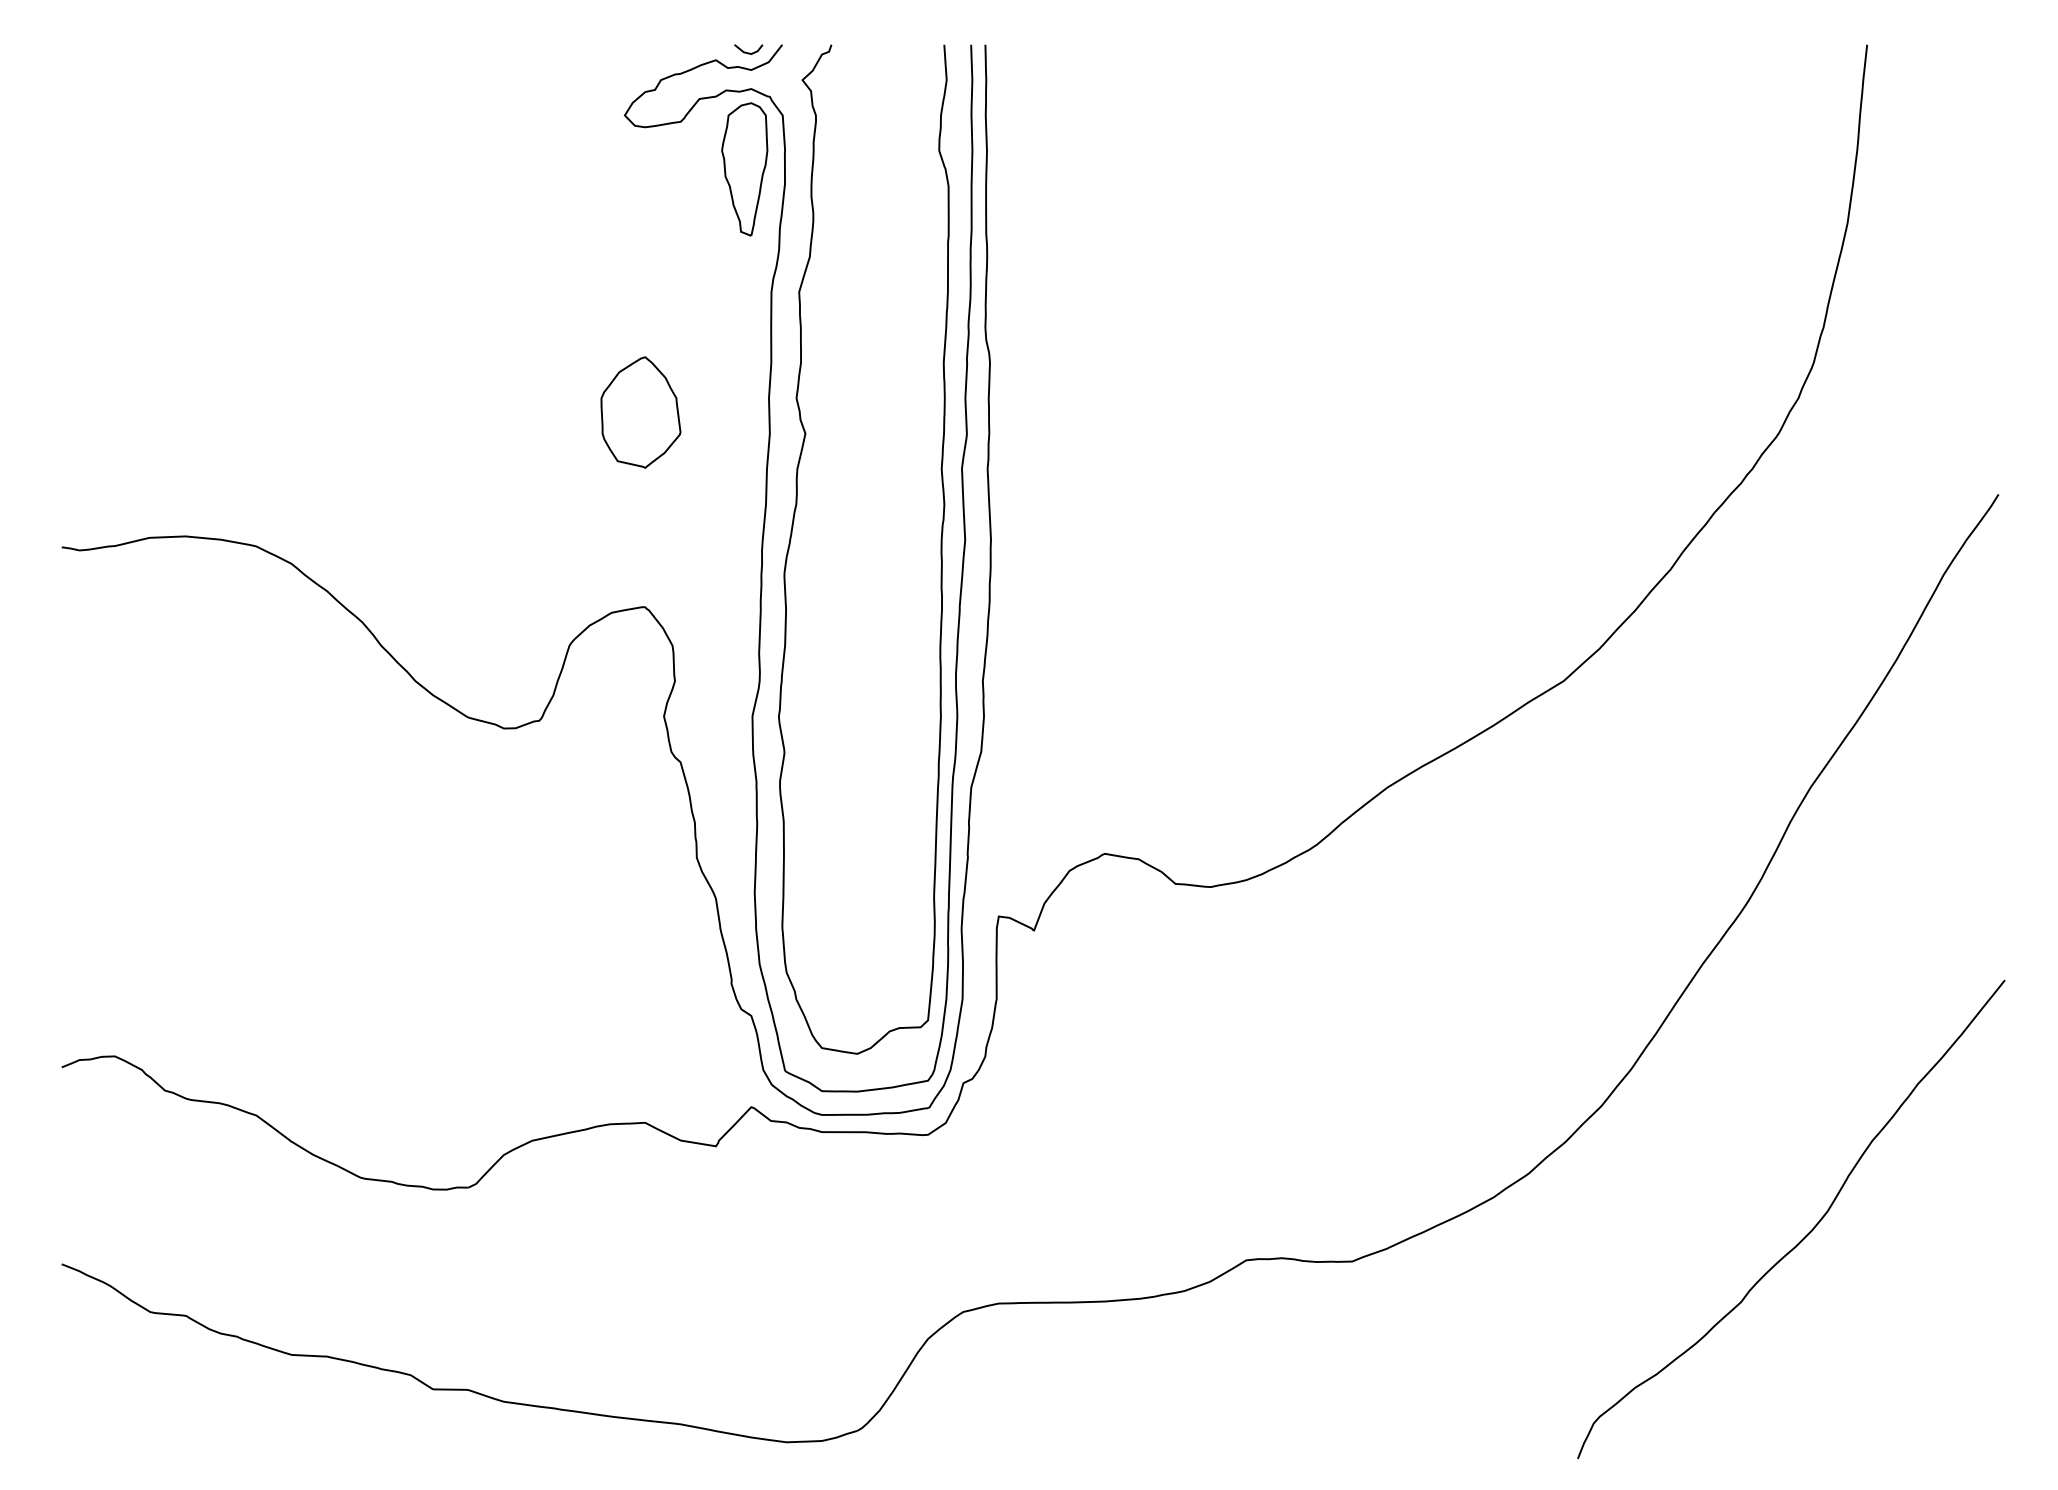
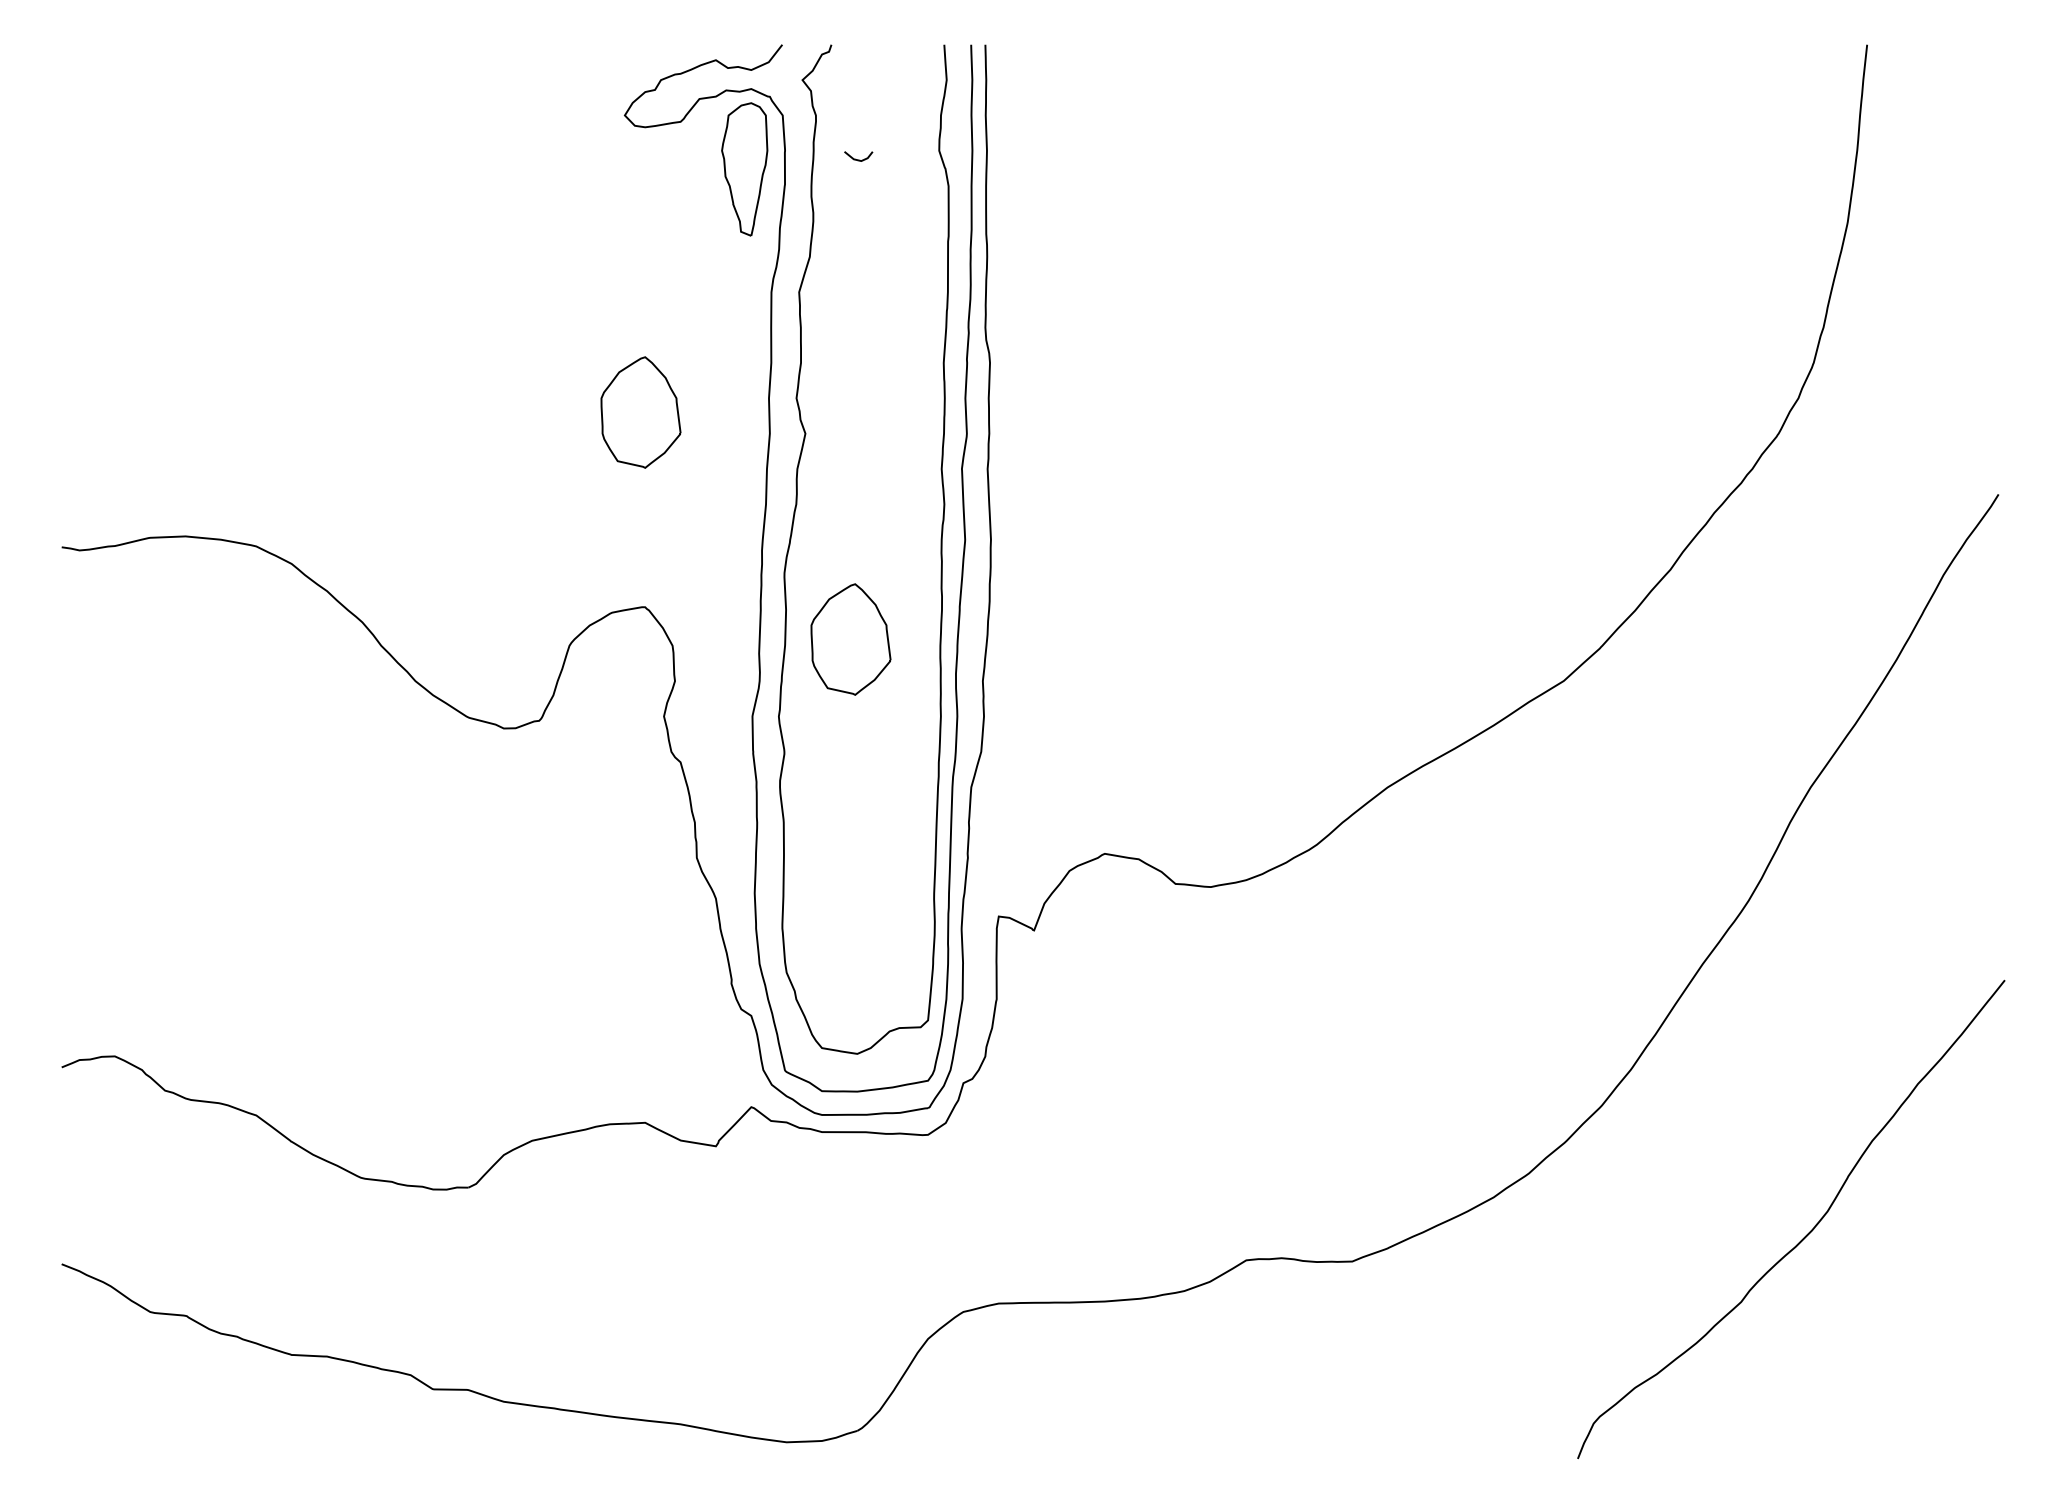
line at (748, 52) position: (748, 52) -> (858, 159)
part at (850, 639): none -> present
